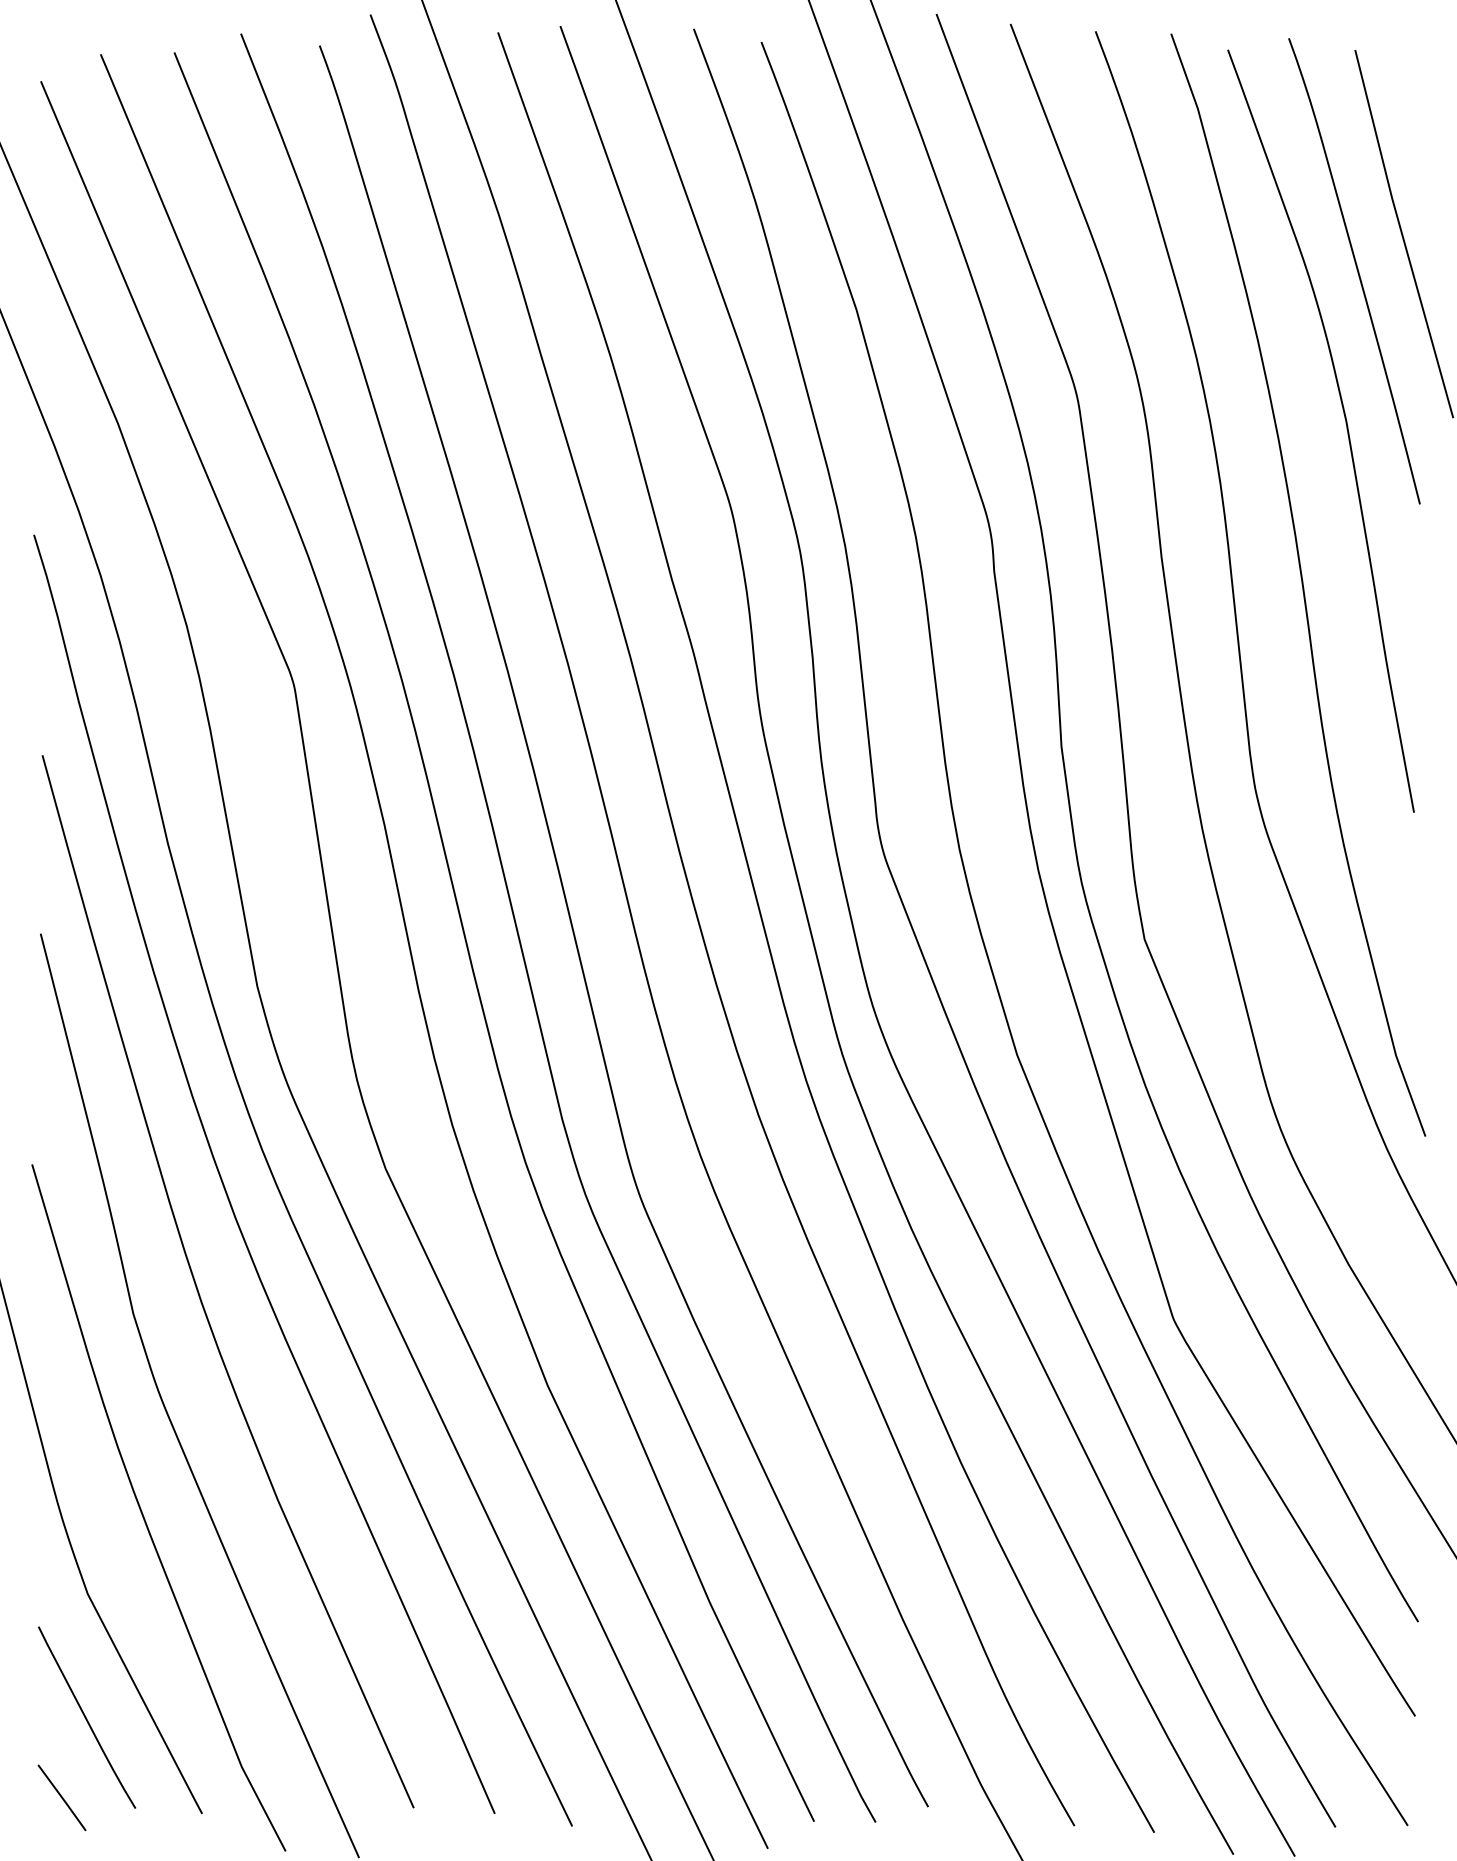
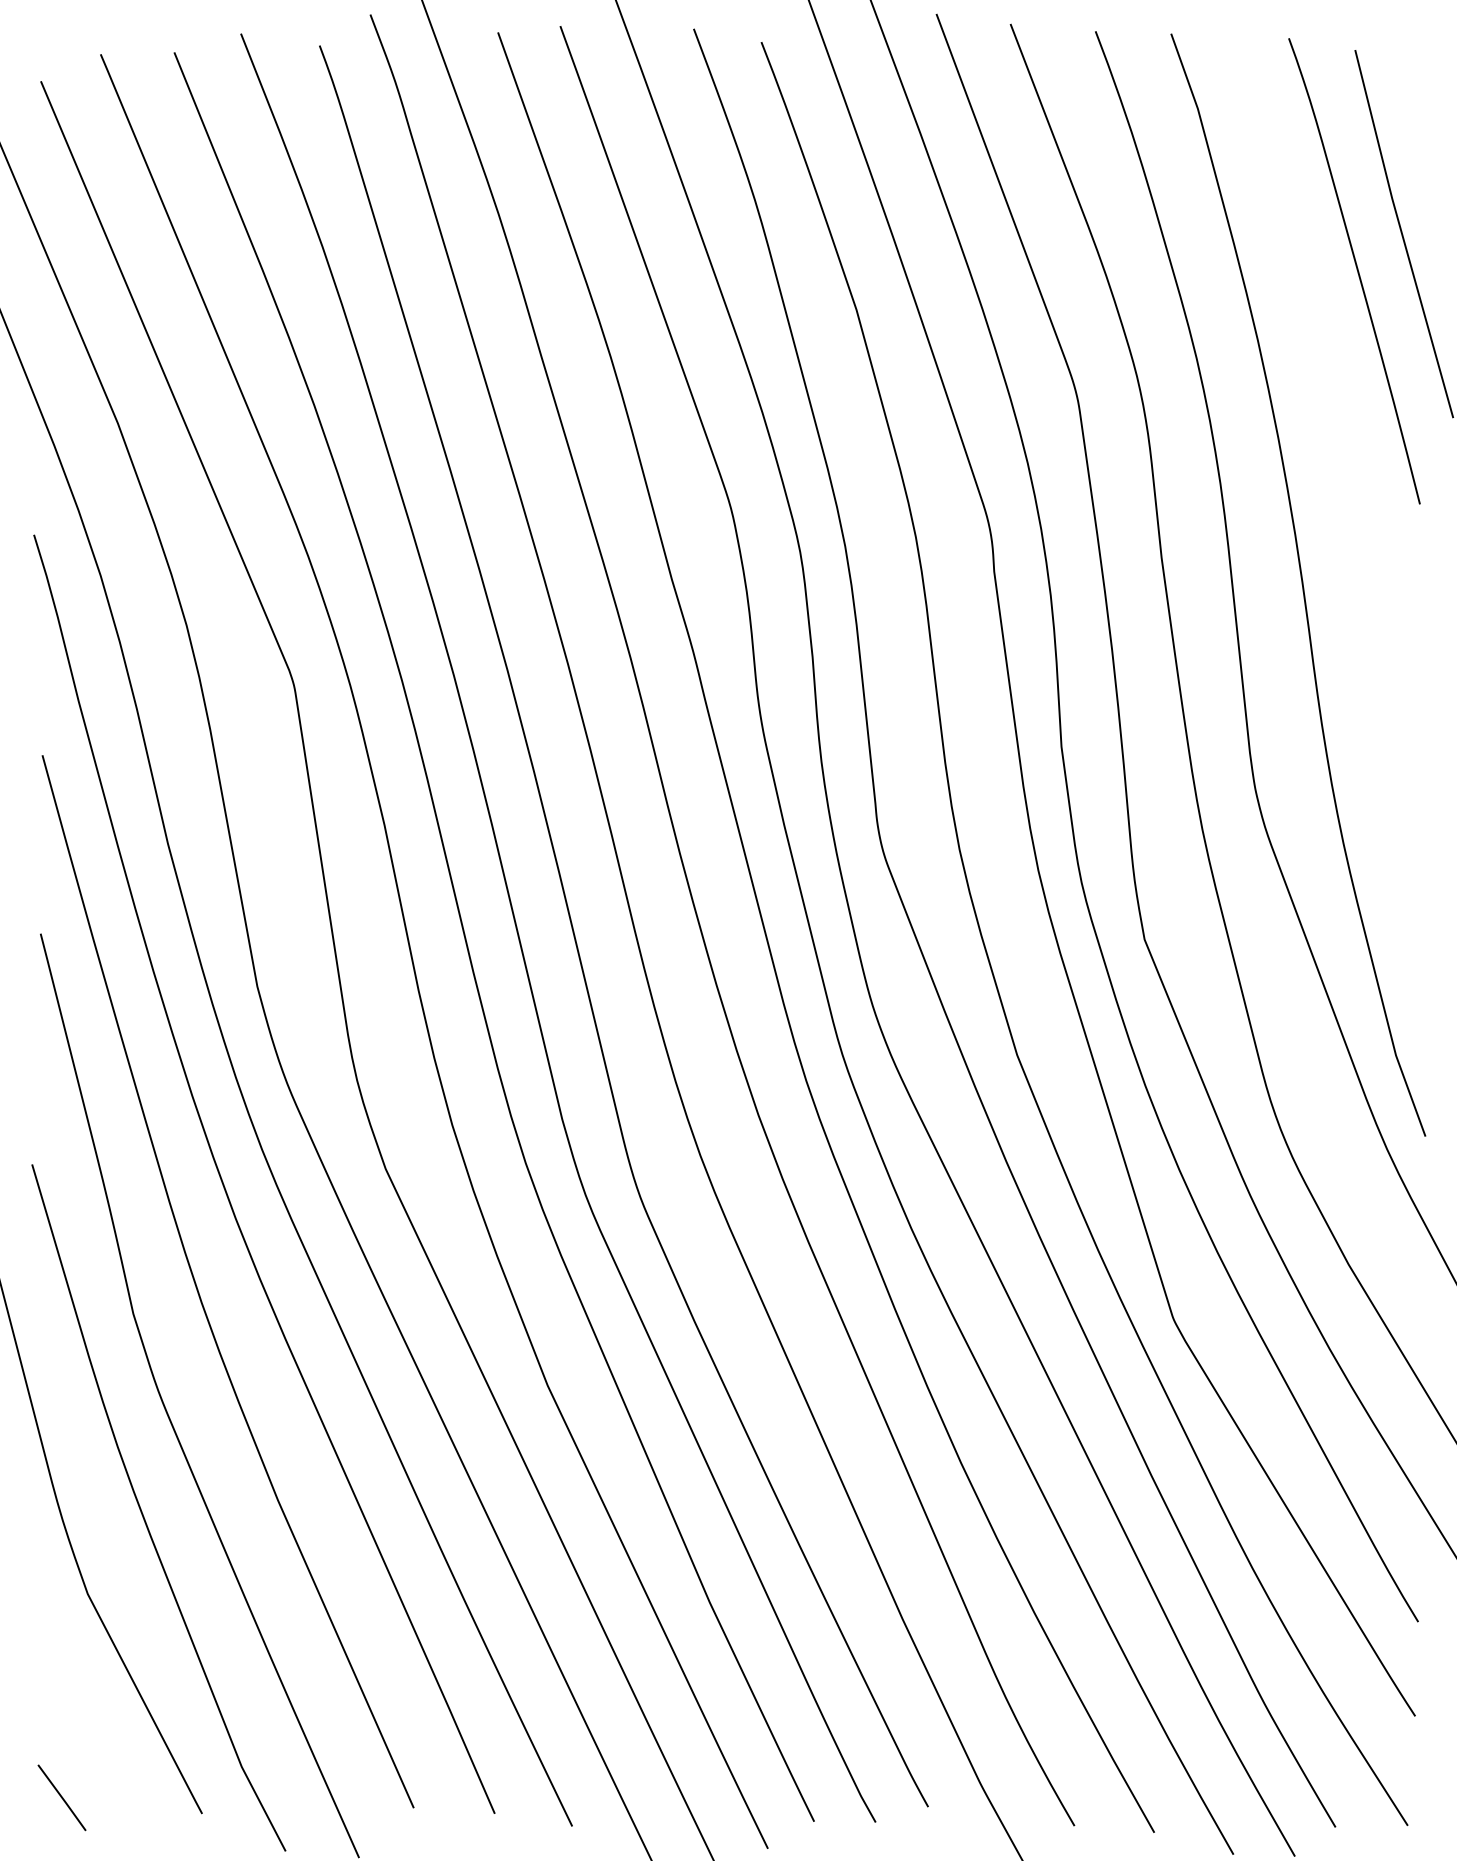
curve at (1345, 423): present -> none
curve at (86, 1717): present -> none
